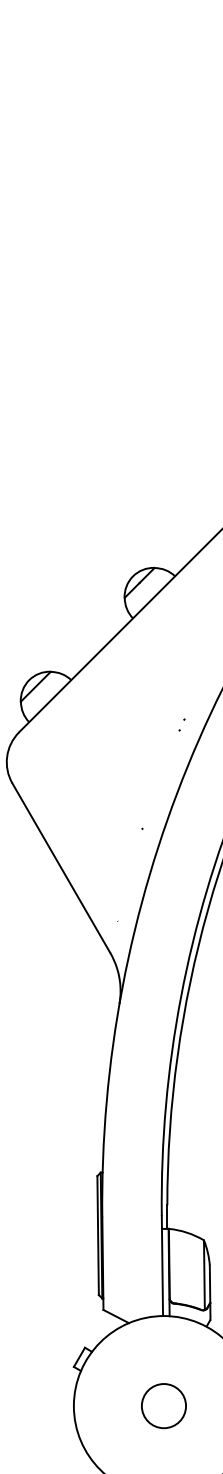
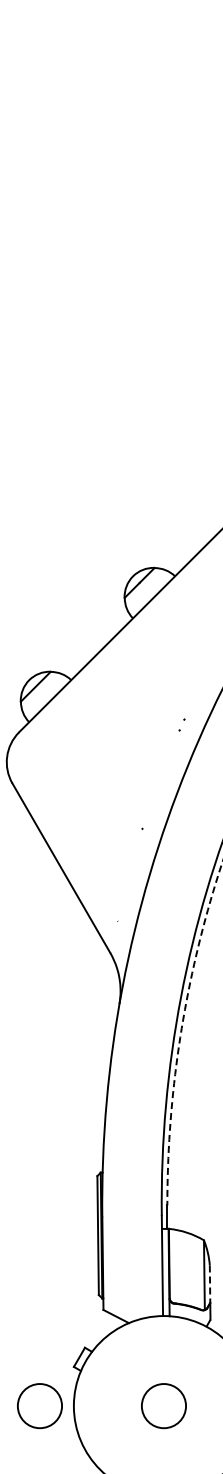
arc at (181, 1030): solid -> dashed
line at (210, 1284): solid -> dashed
circle at (39, 1406): none -> present
